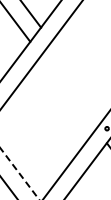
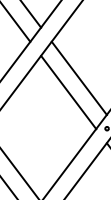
line at (78, 78): none -> present
line at (68, 92): none -> present
line at (20, 174): dashed -> solid
